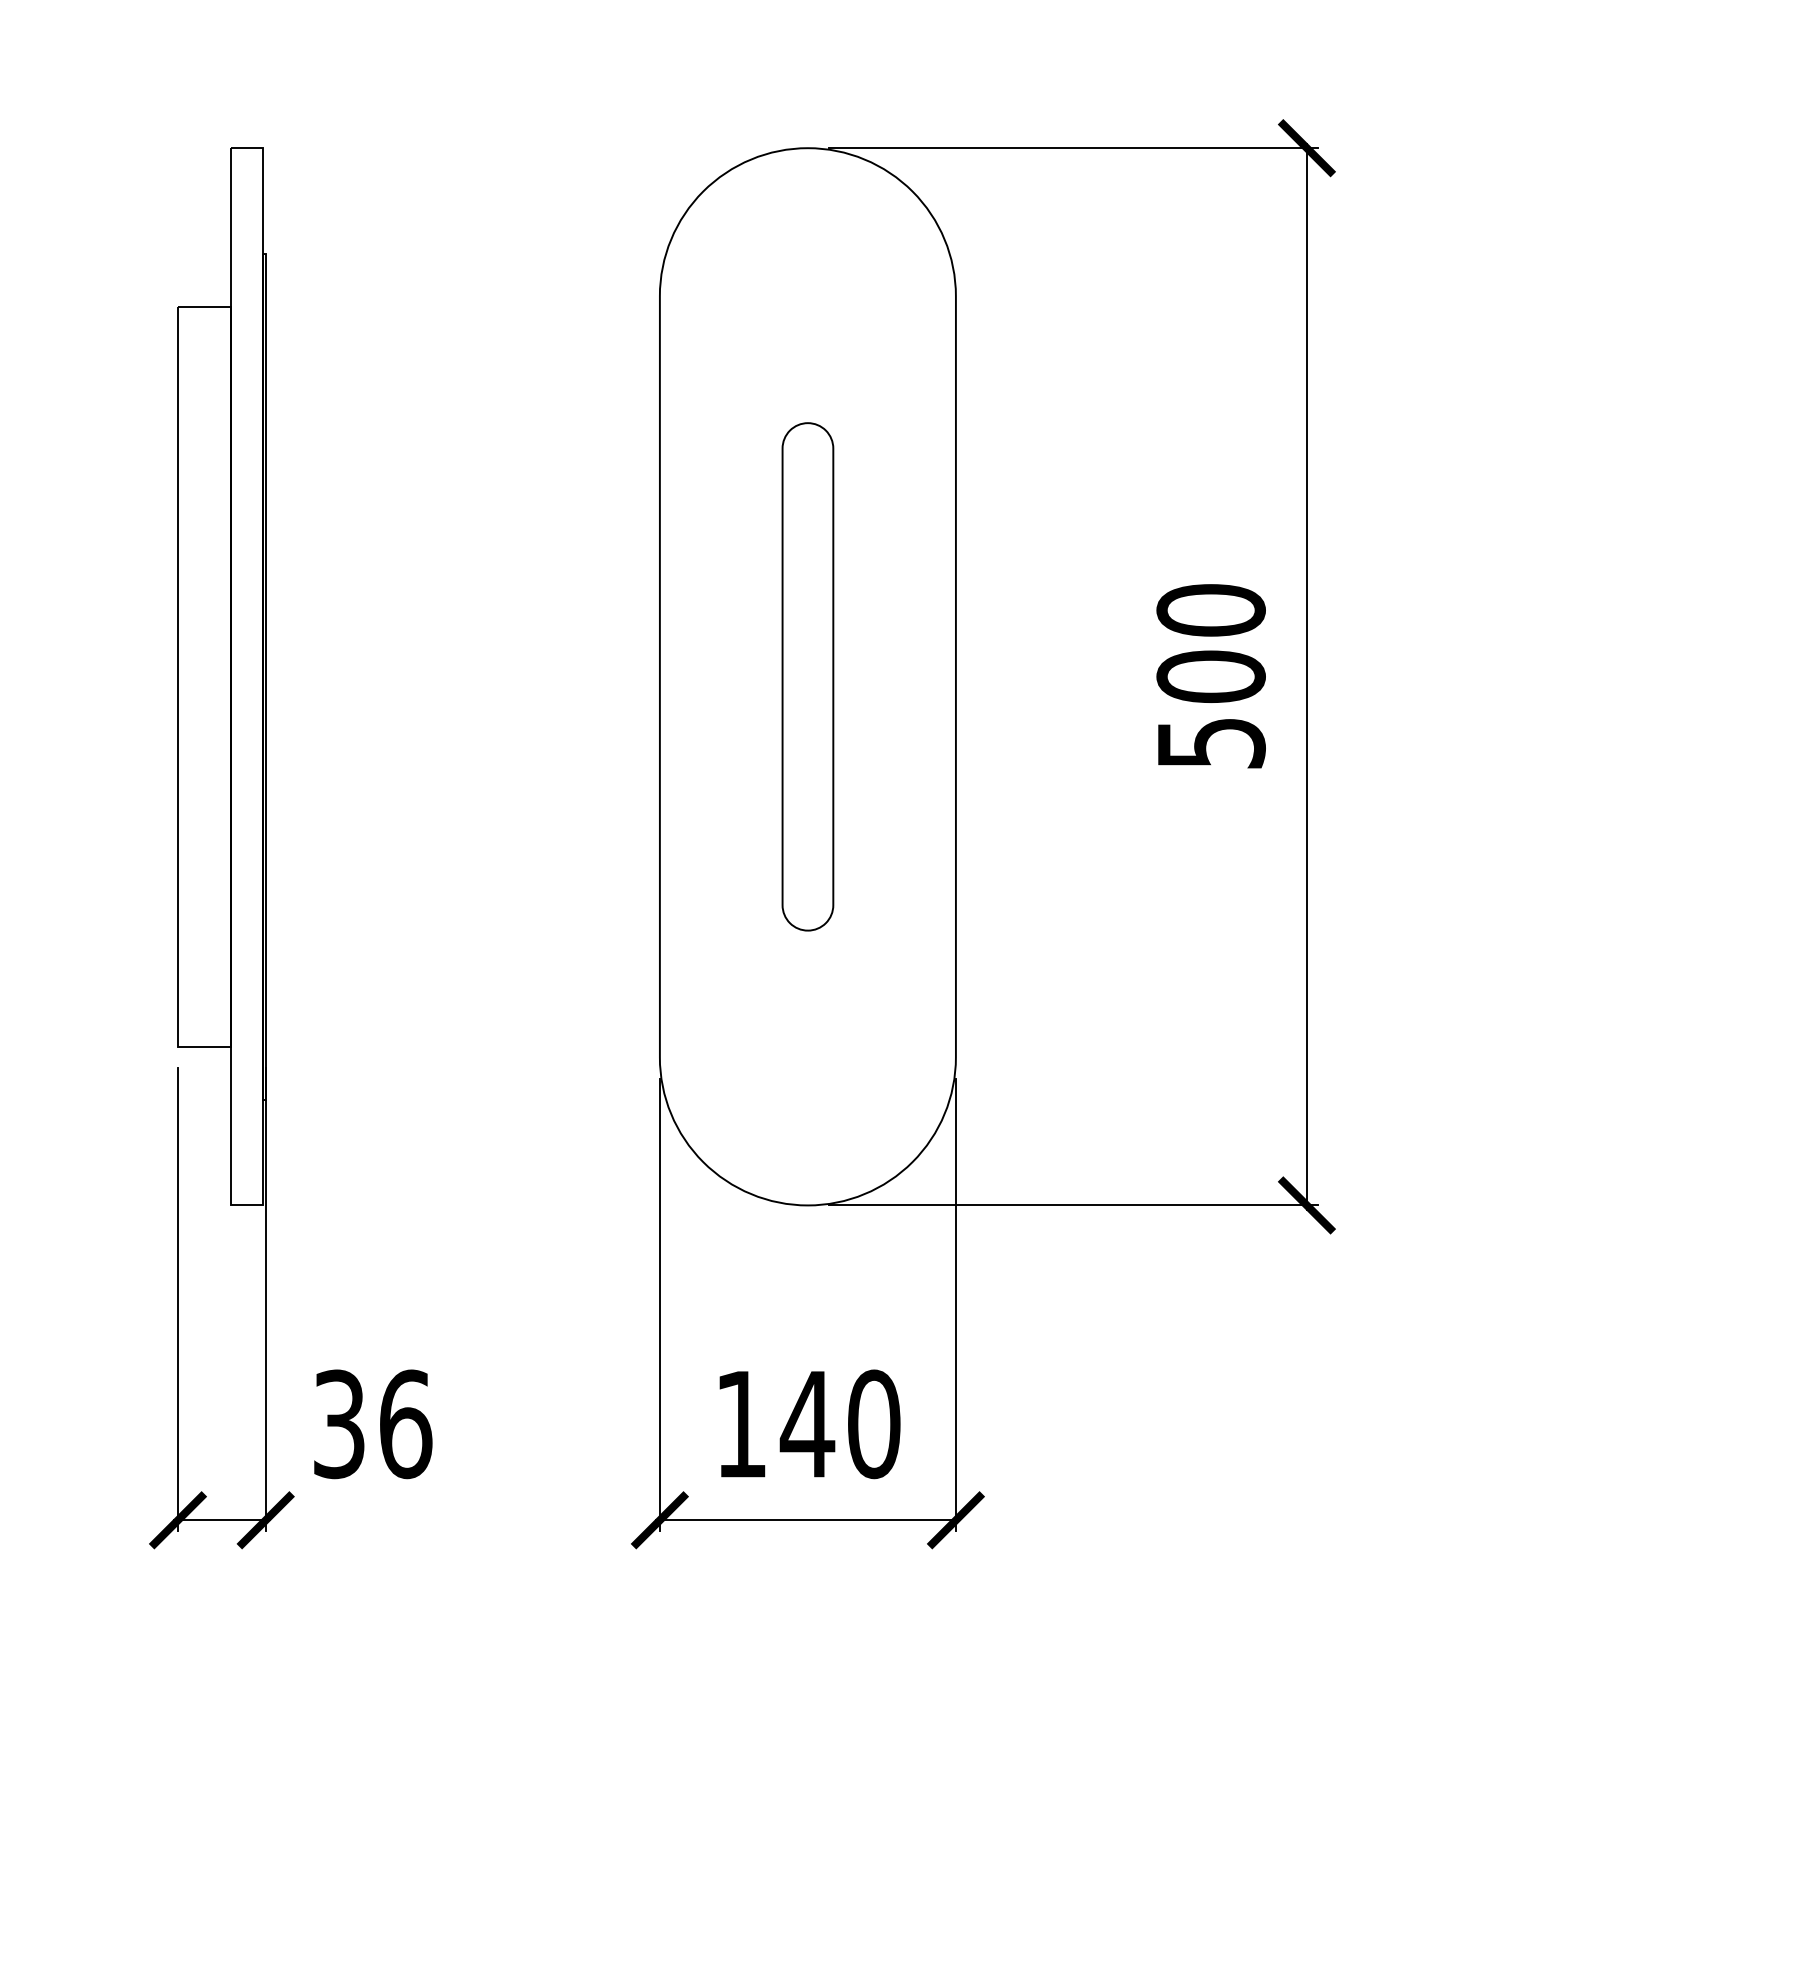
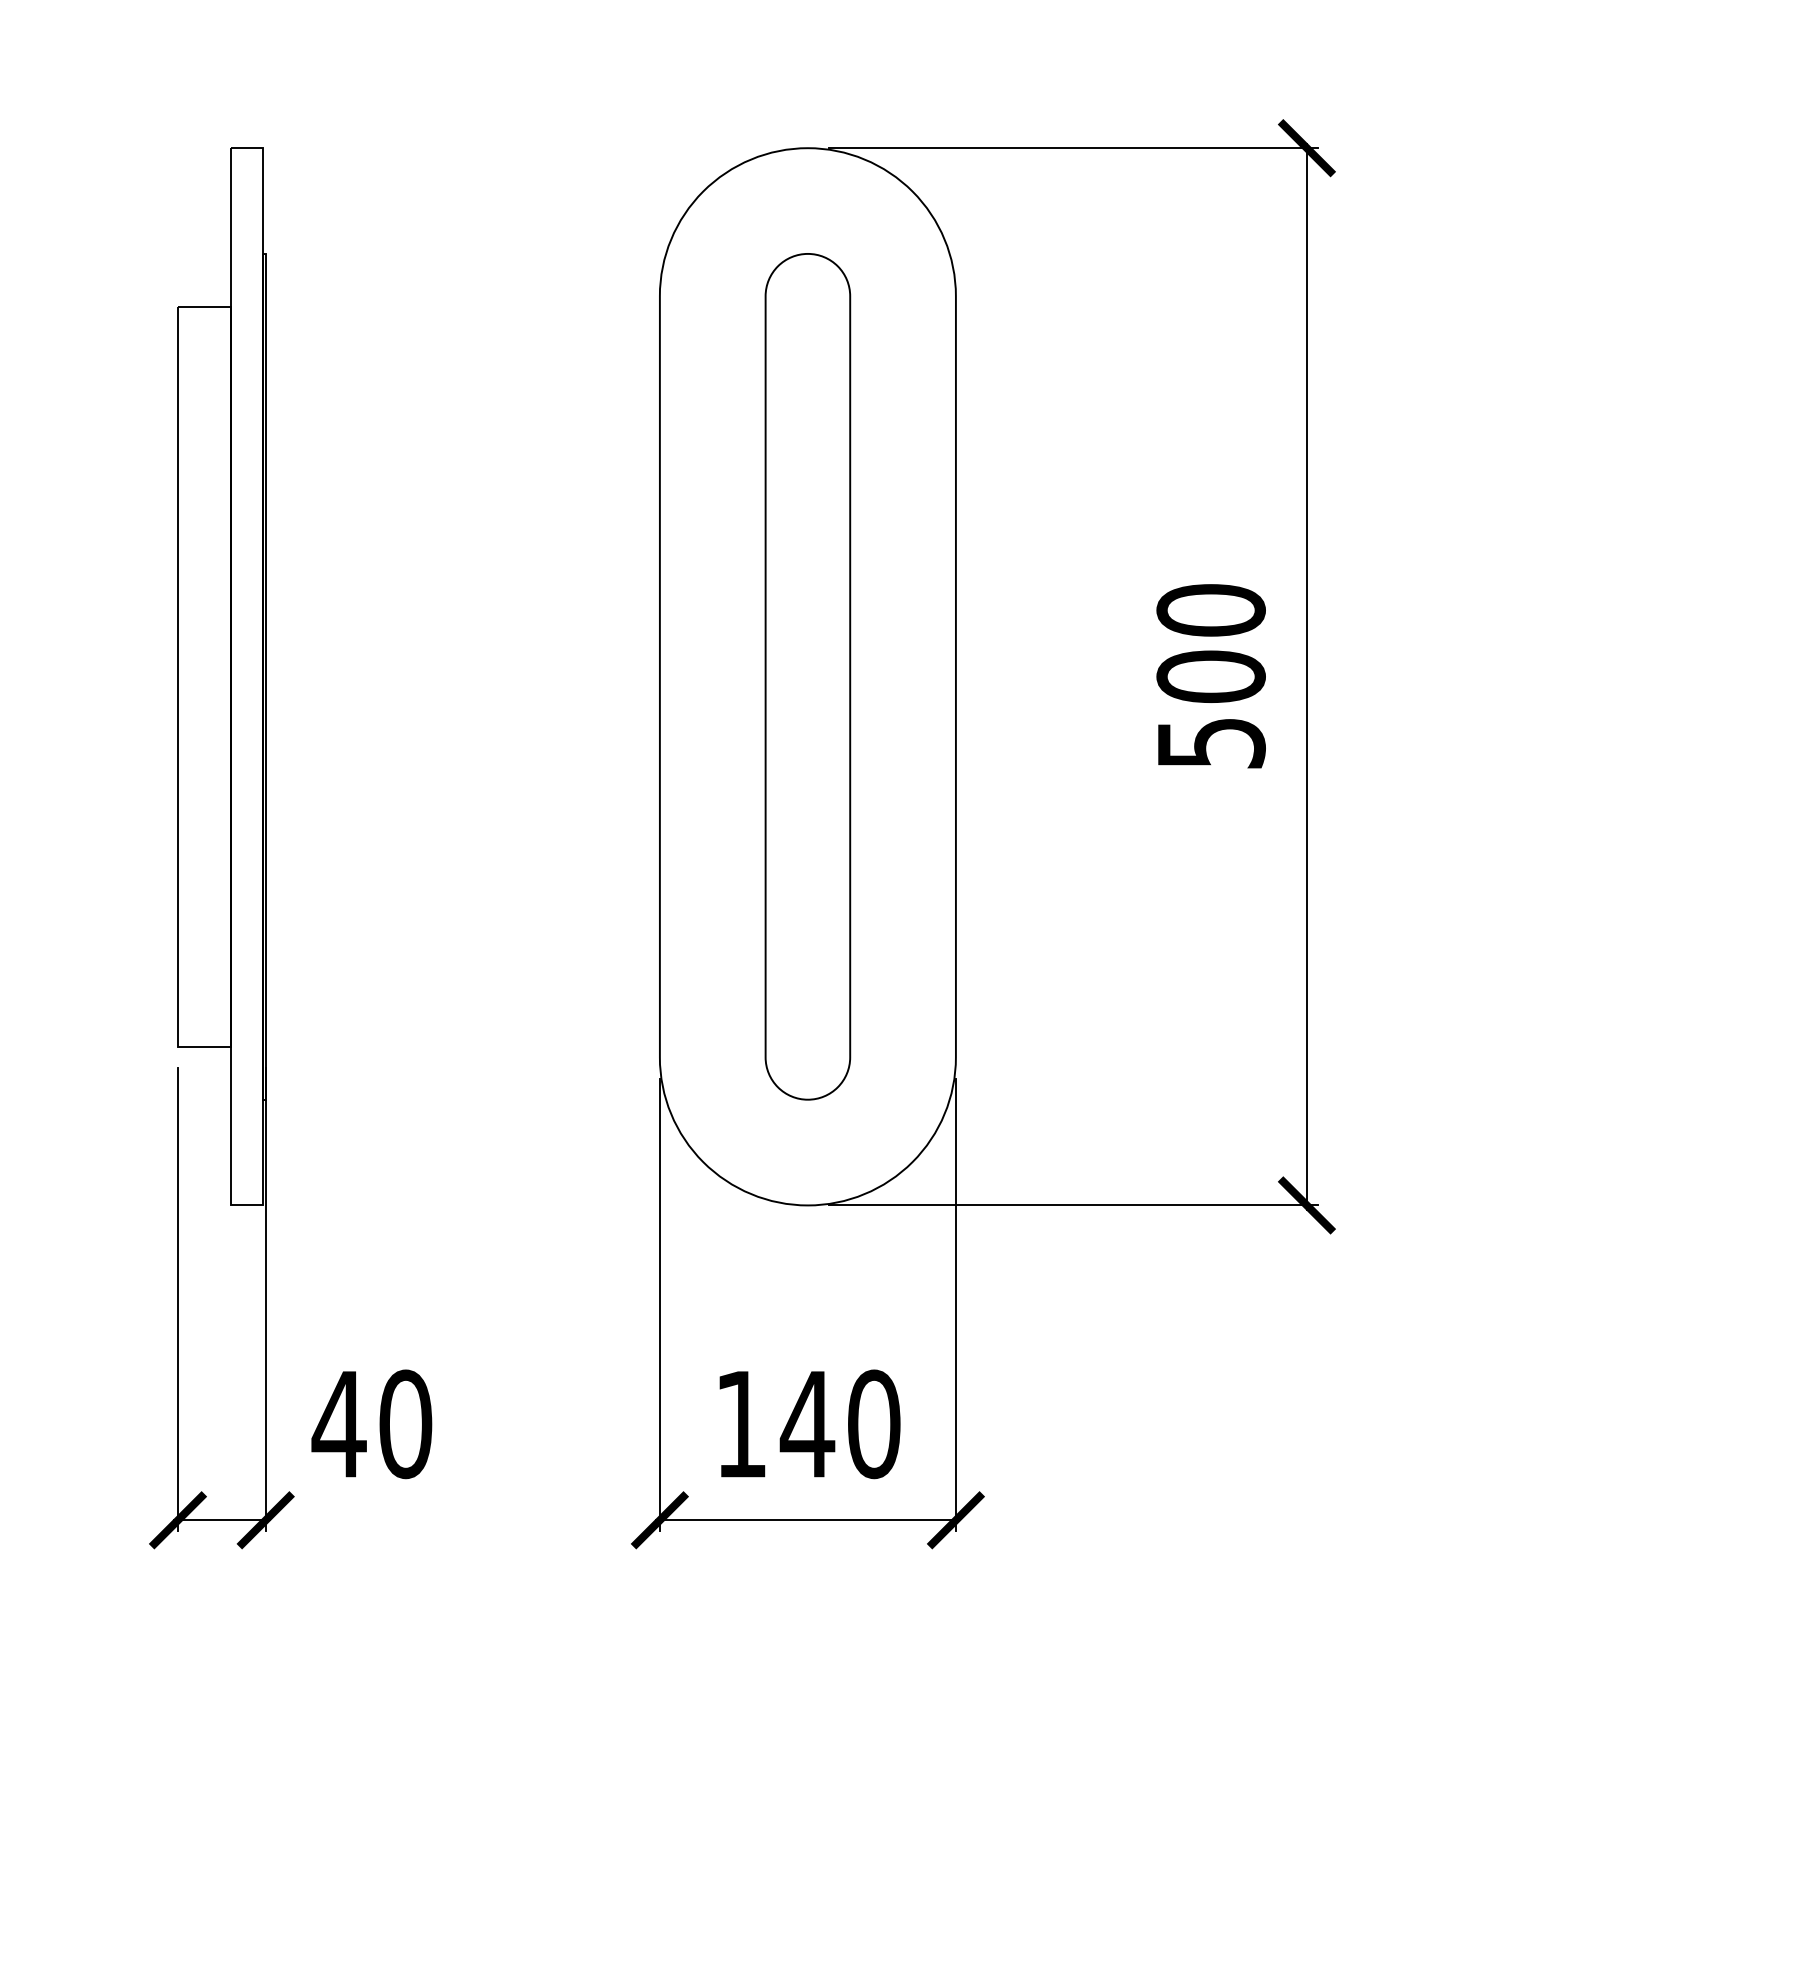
part at (807, 676) size: 54x510 px -> 88x848 px
text at (371, 1424): 36 -> 40
